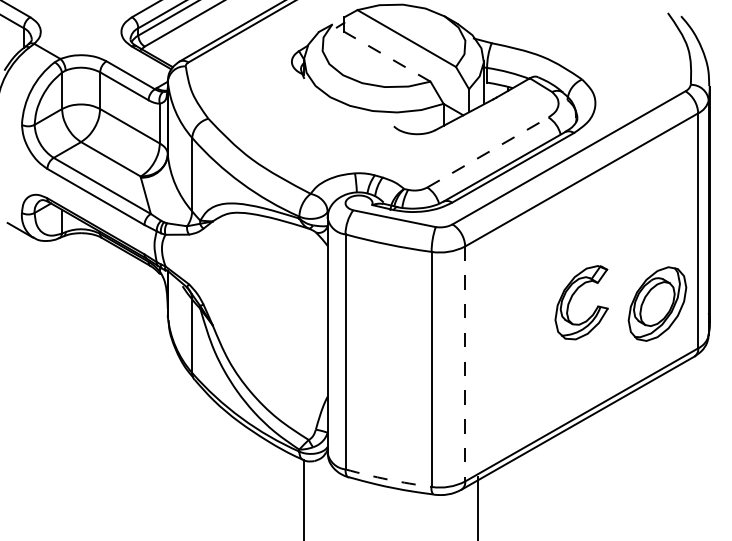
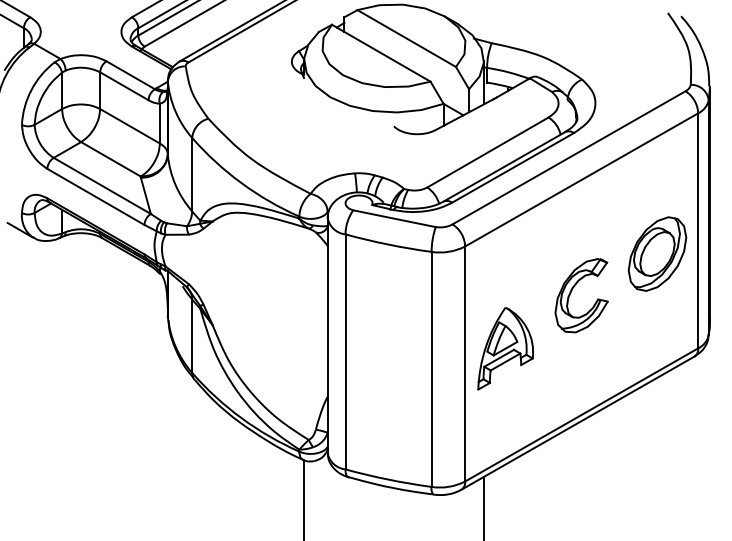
line at (381, 53): dashed -> solid
line at (488, 152): dashed -> solid
part at (571, 300) position: (571, 300) -> (571, 293)
part at (657, 303) position: (657, 303) -> (657, 253)
part at (505, 348): none -> present
line at (465, 363): dashed -> solid
arc at (388, 479): dashed -> solid
line at (477, 506) position: (477, 506) -> (483, 506)
